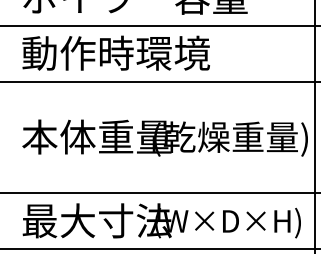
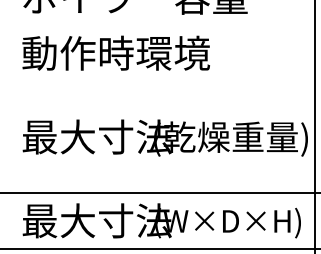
line at (159, 25): present -> none
line at (159, 81): present -> none
text at (96, 136): 本体重量 -> 最大寸法
